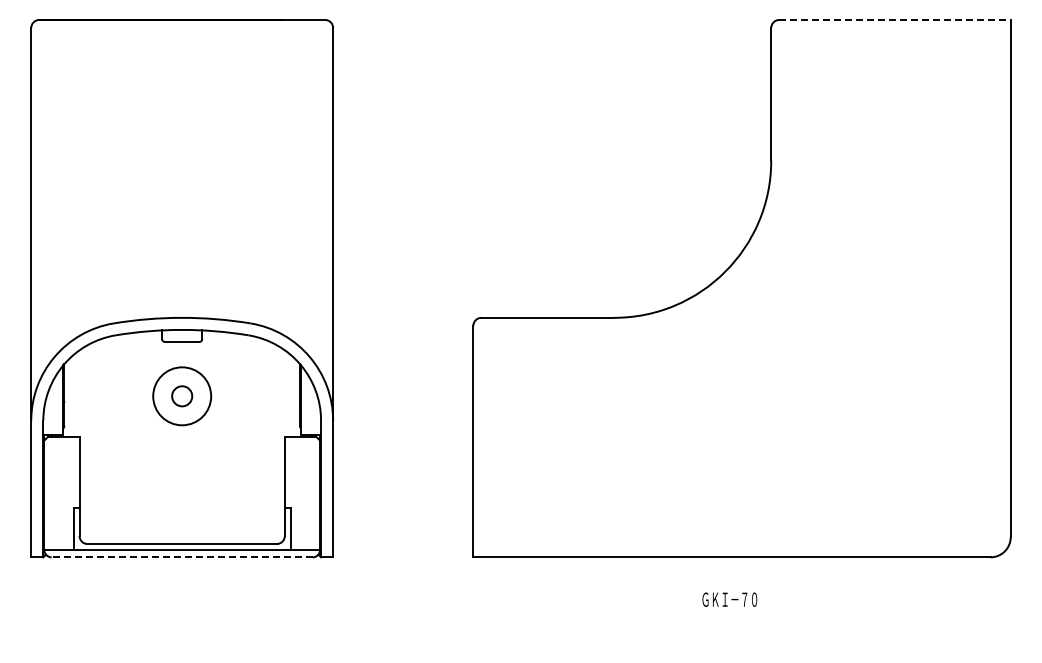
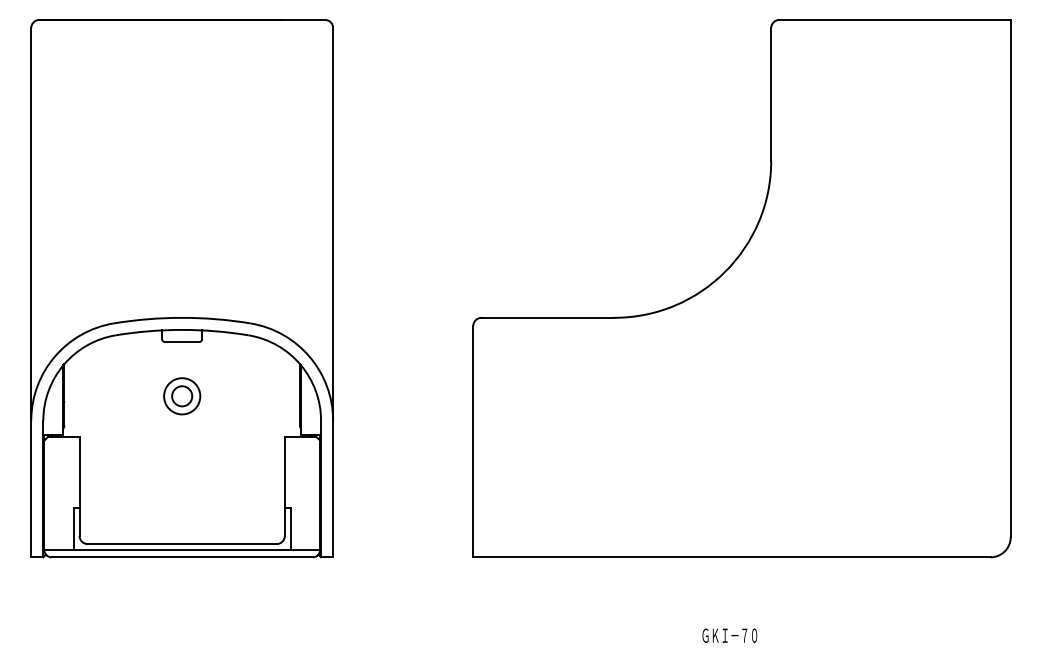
line at (895, 19): dashed -> solid
circle at (182, 396) diameter: 58 px -> 36 px
line at (182, 557): dashed -> solid
text at (729, 599) position: (729, 599) -> (729, 635)
